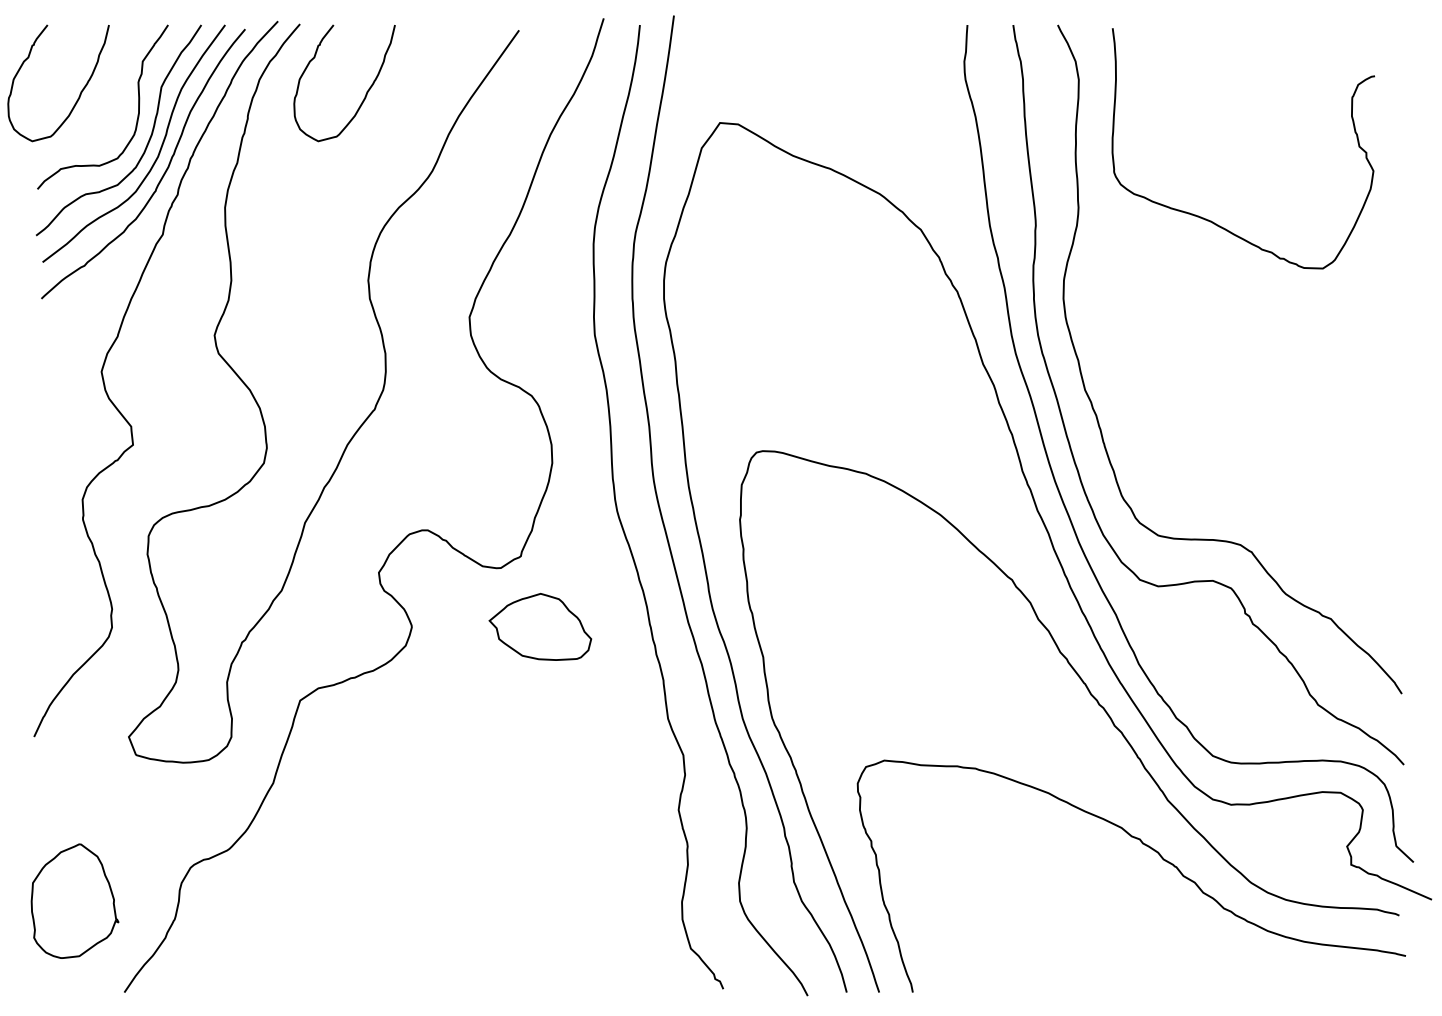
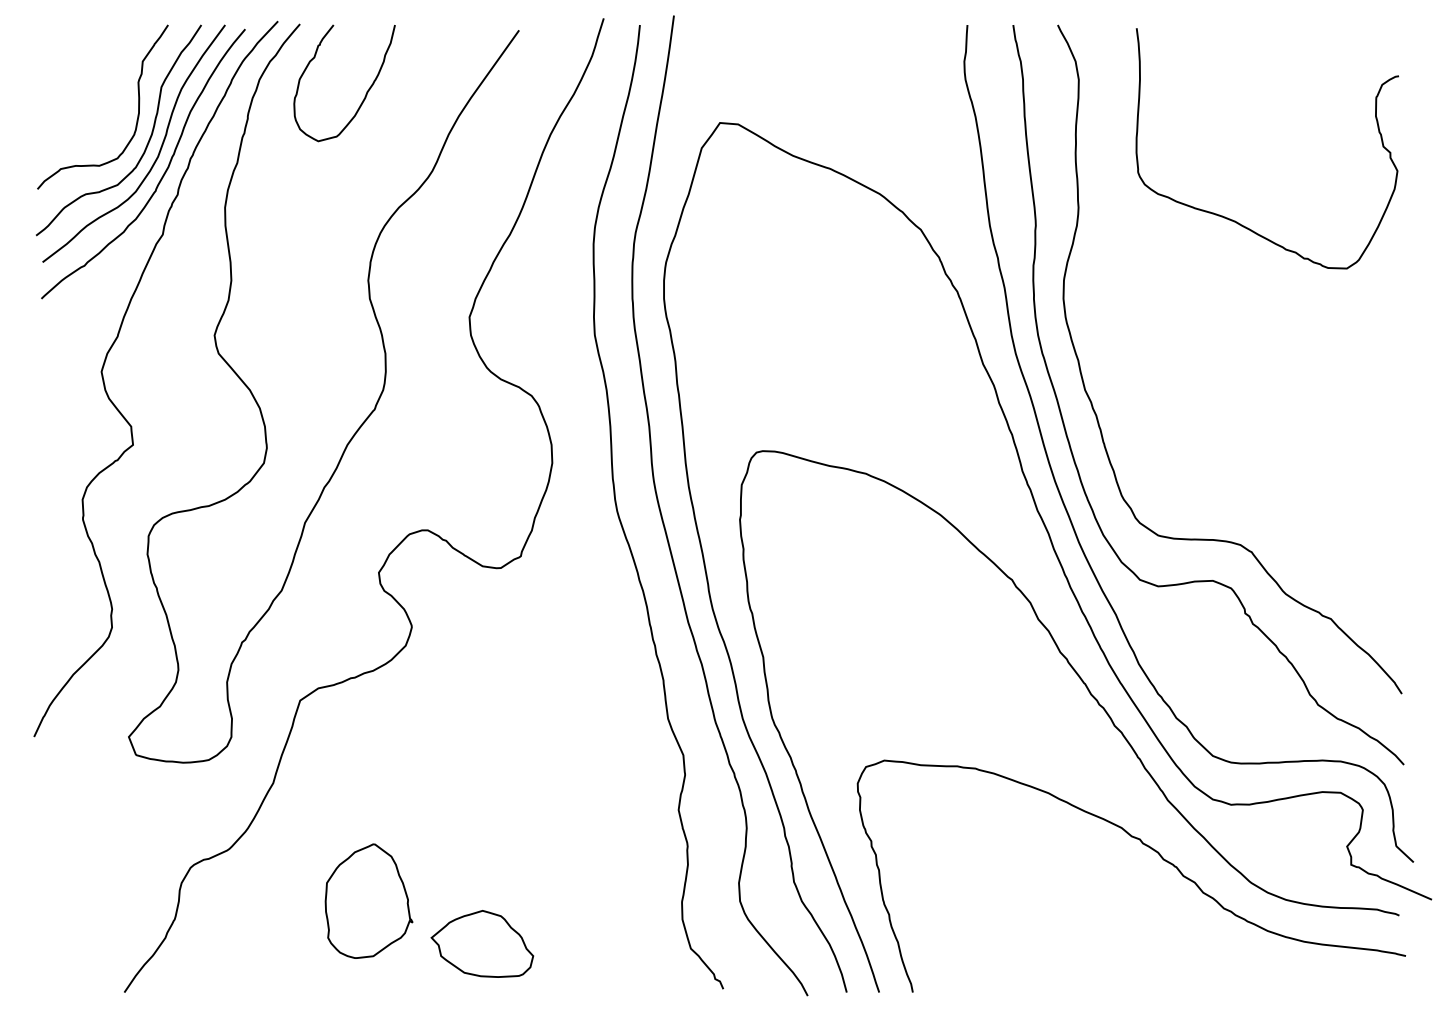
curve at (80, 91): present -> none
curve at (1211, 220) position: (1211, 220) -> (1235, 220)
part at (540, 626) position: (540, 626) -> (482, 943)
part at (74, 900) position: (74, 900) -> (368, 900)
